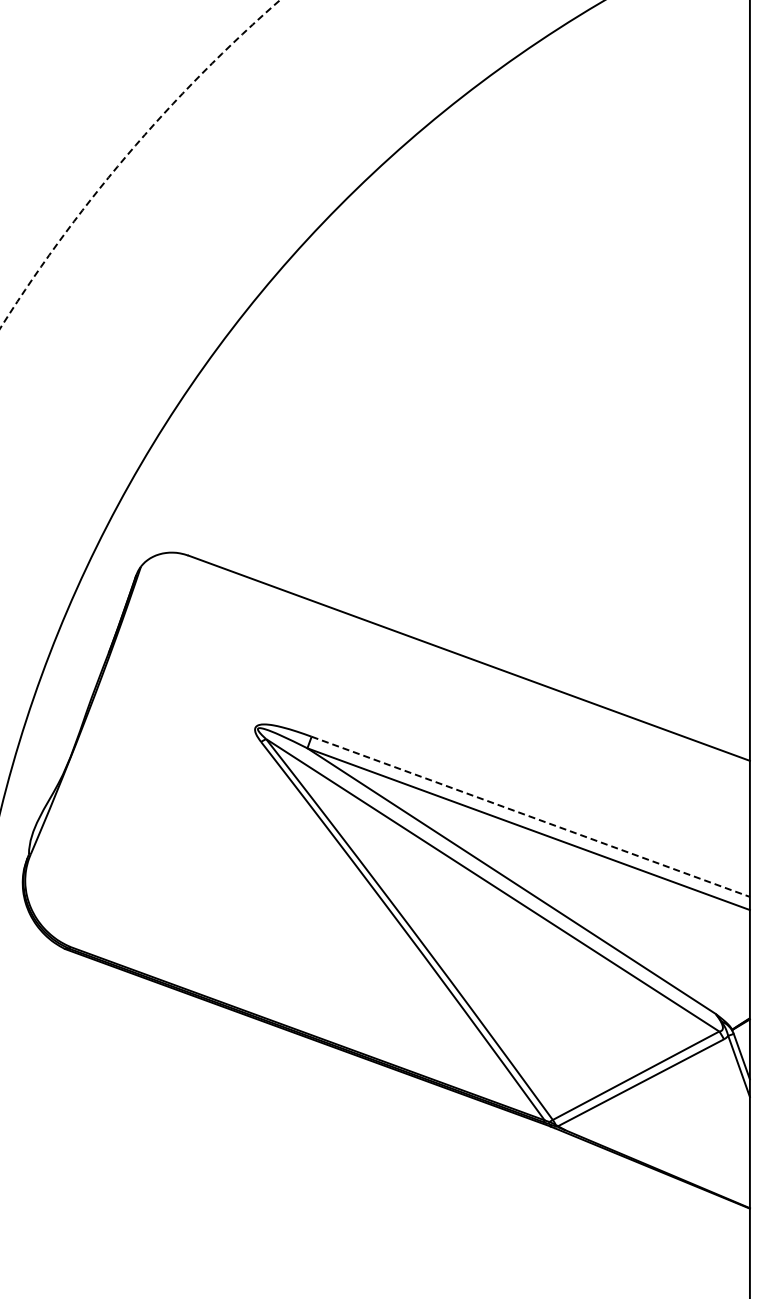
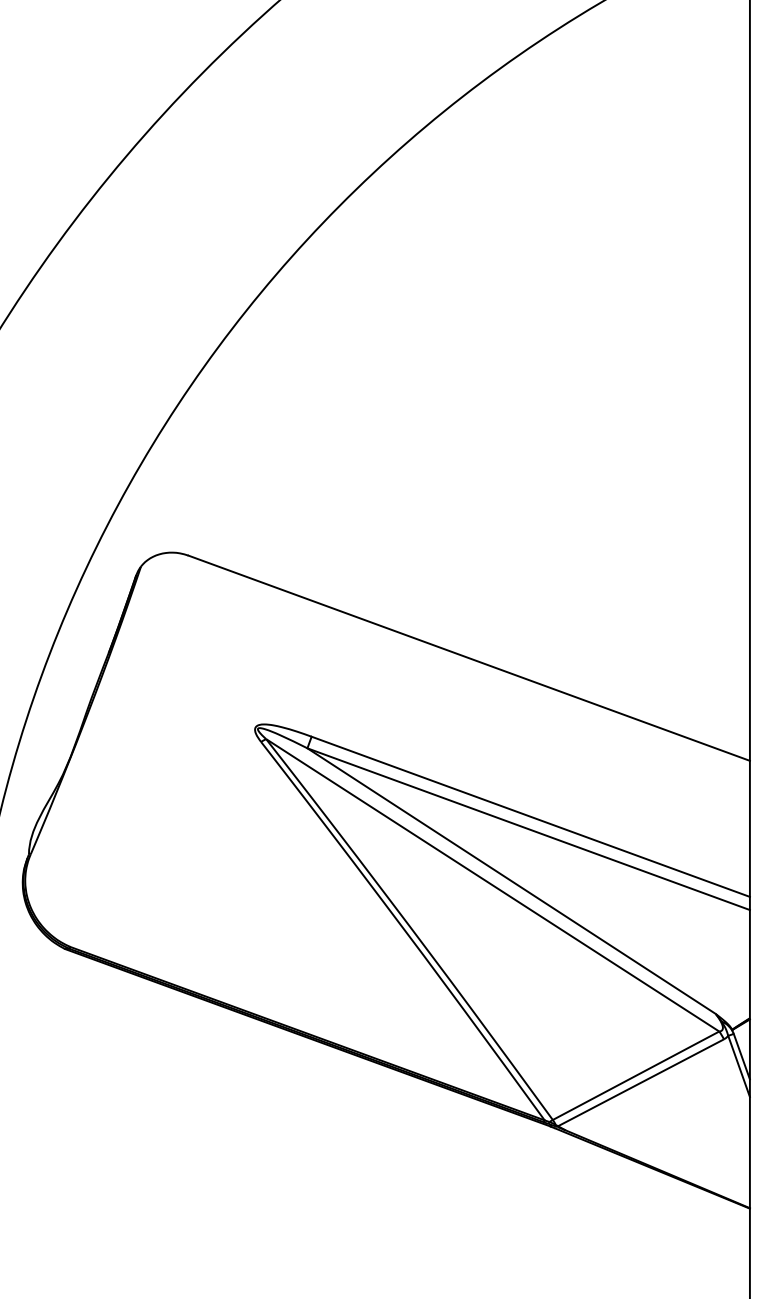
arc at (129, 152): dashed -> solid
line at (531, 816): dashed -> solid
